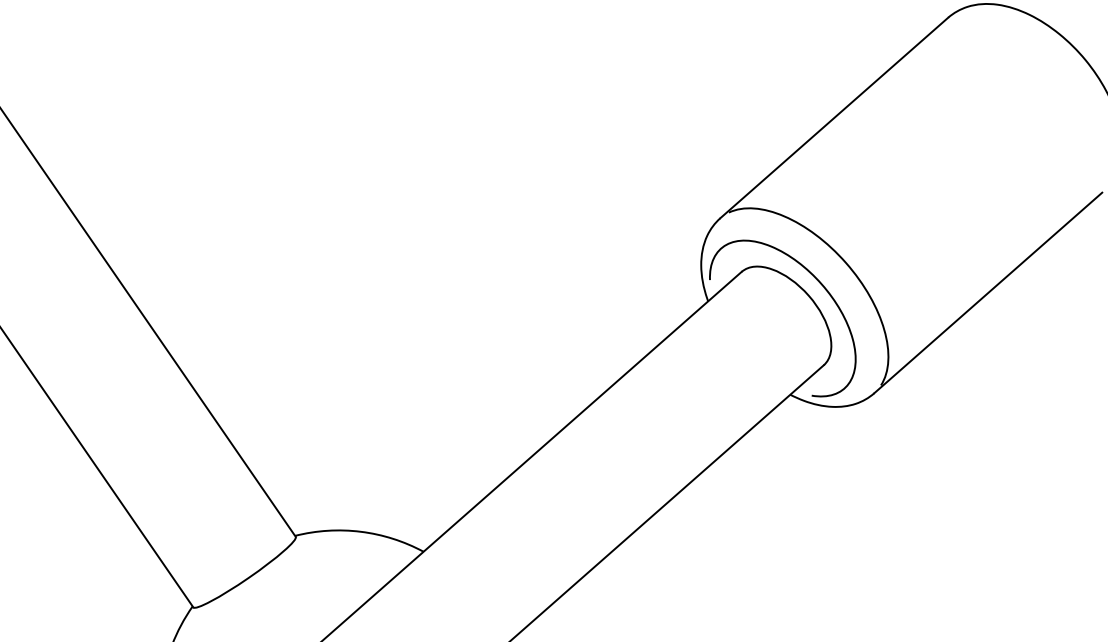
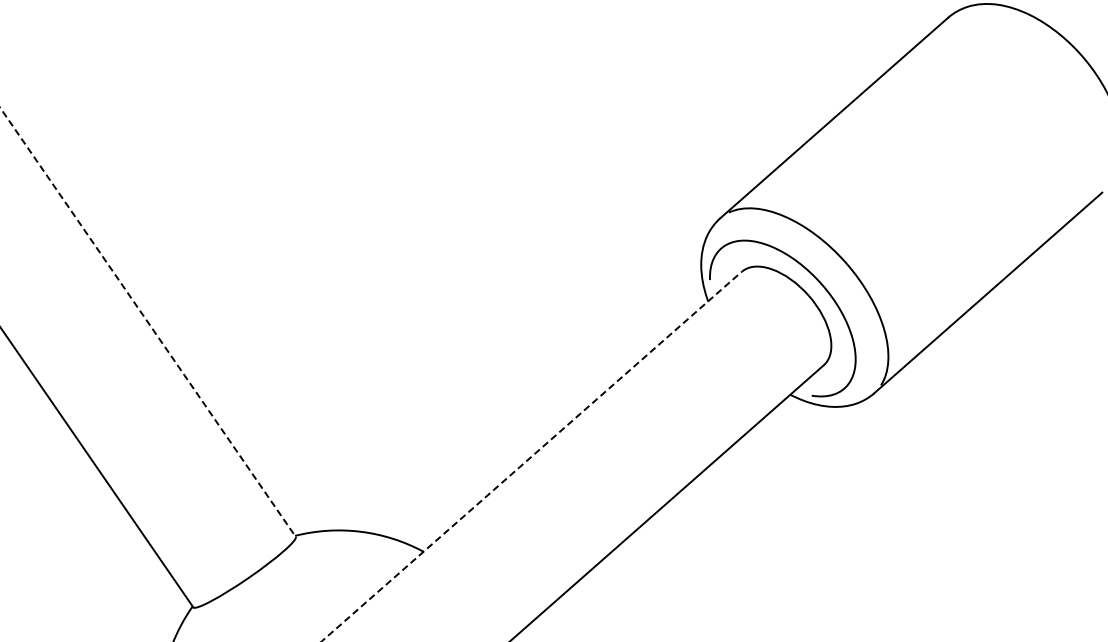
line at (148, 322): solid -> dashed
line at (531, 456): solid -> dashed
